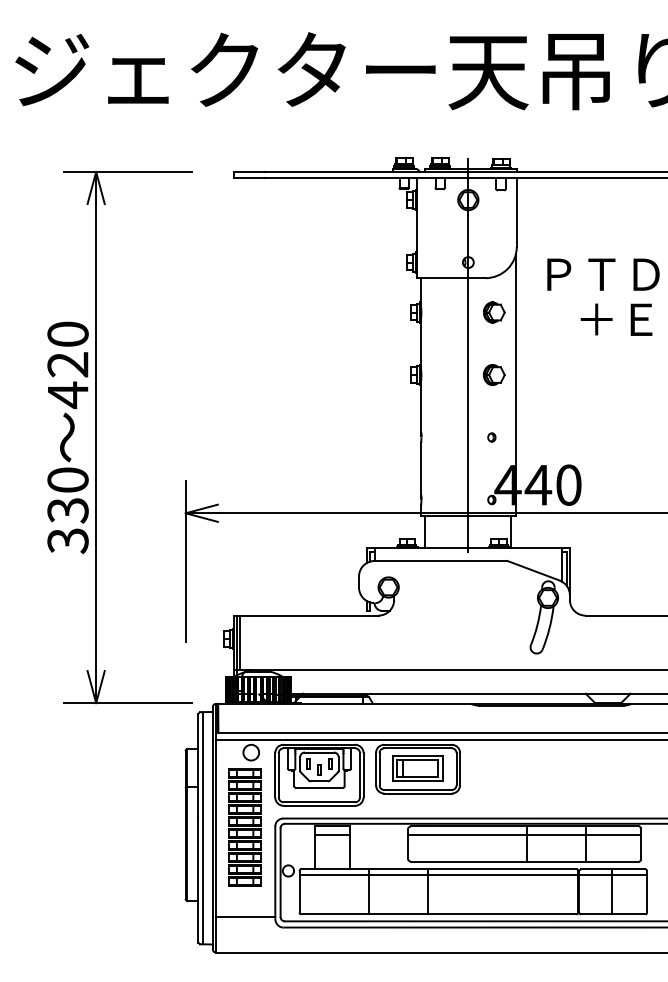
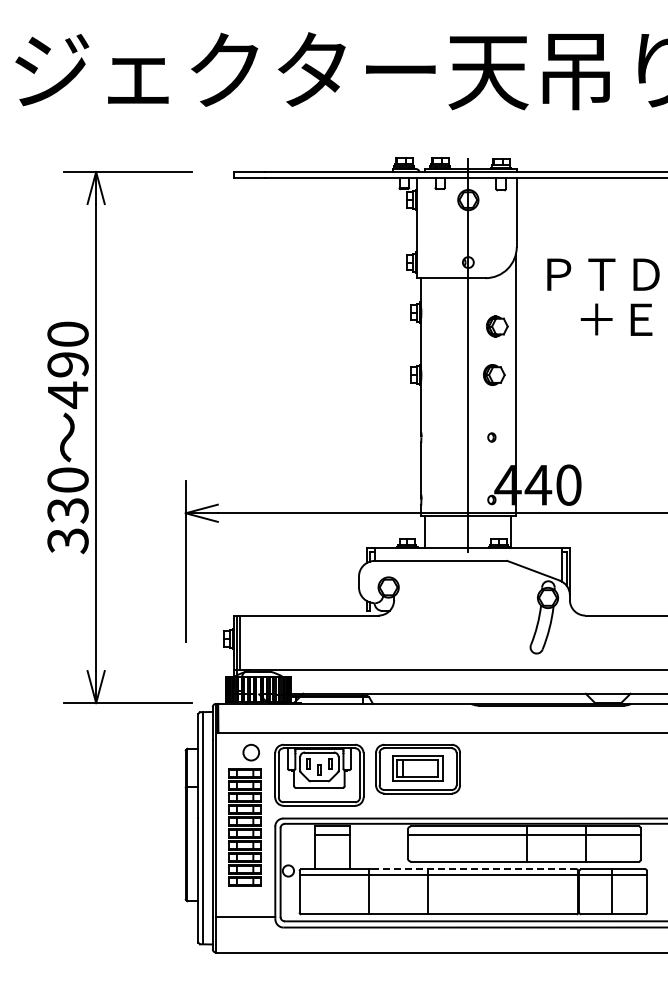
part at (494, 312) position: (494, 312) -> (497, 326)
text at (67, 364): 420 -> 490
line at (440, 739): present -> none
line at (473, 869): solid -> dashed
